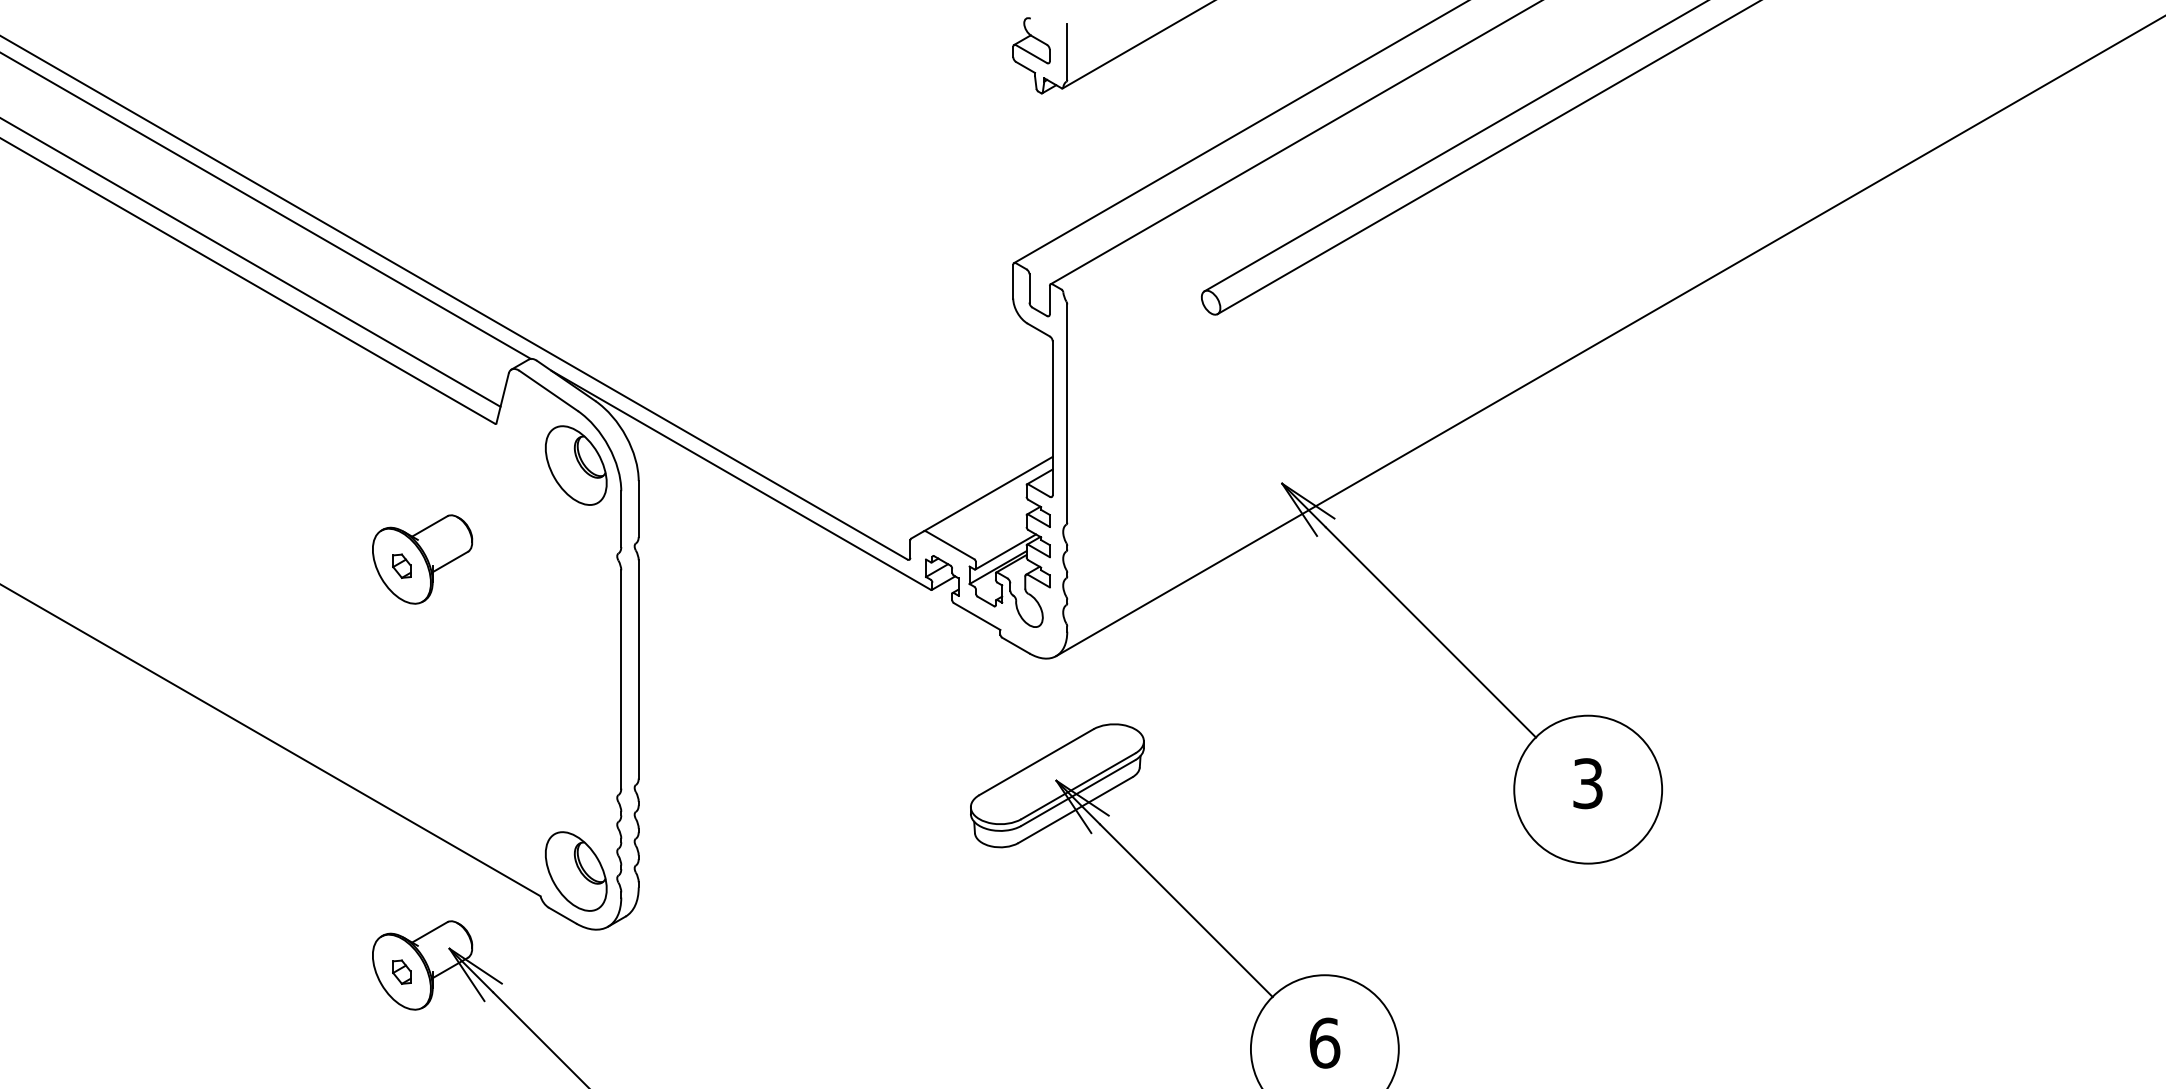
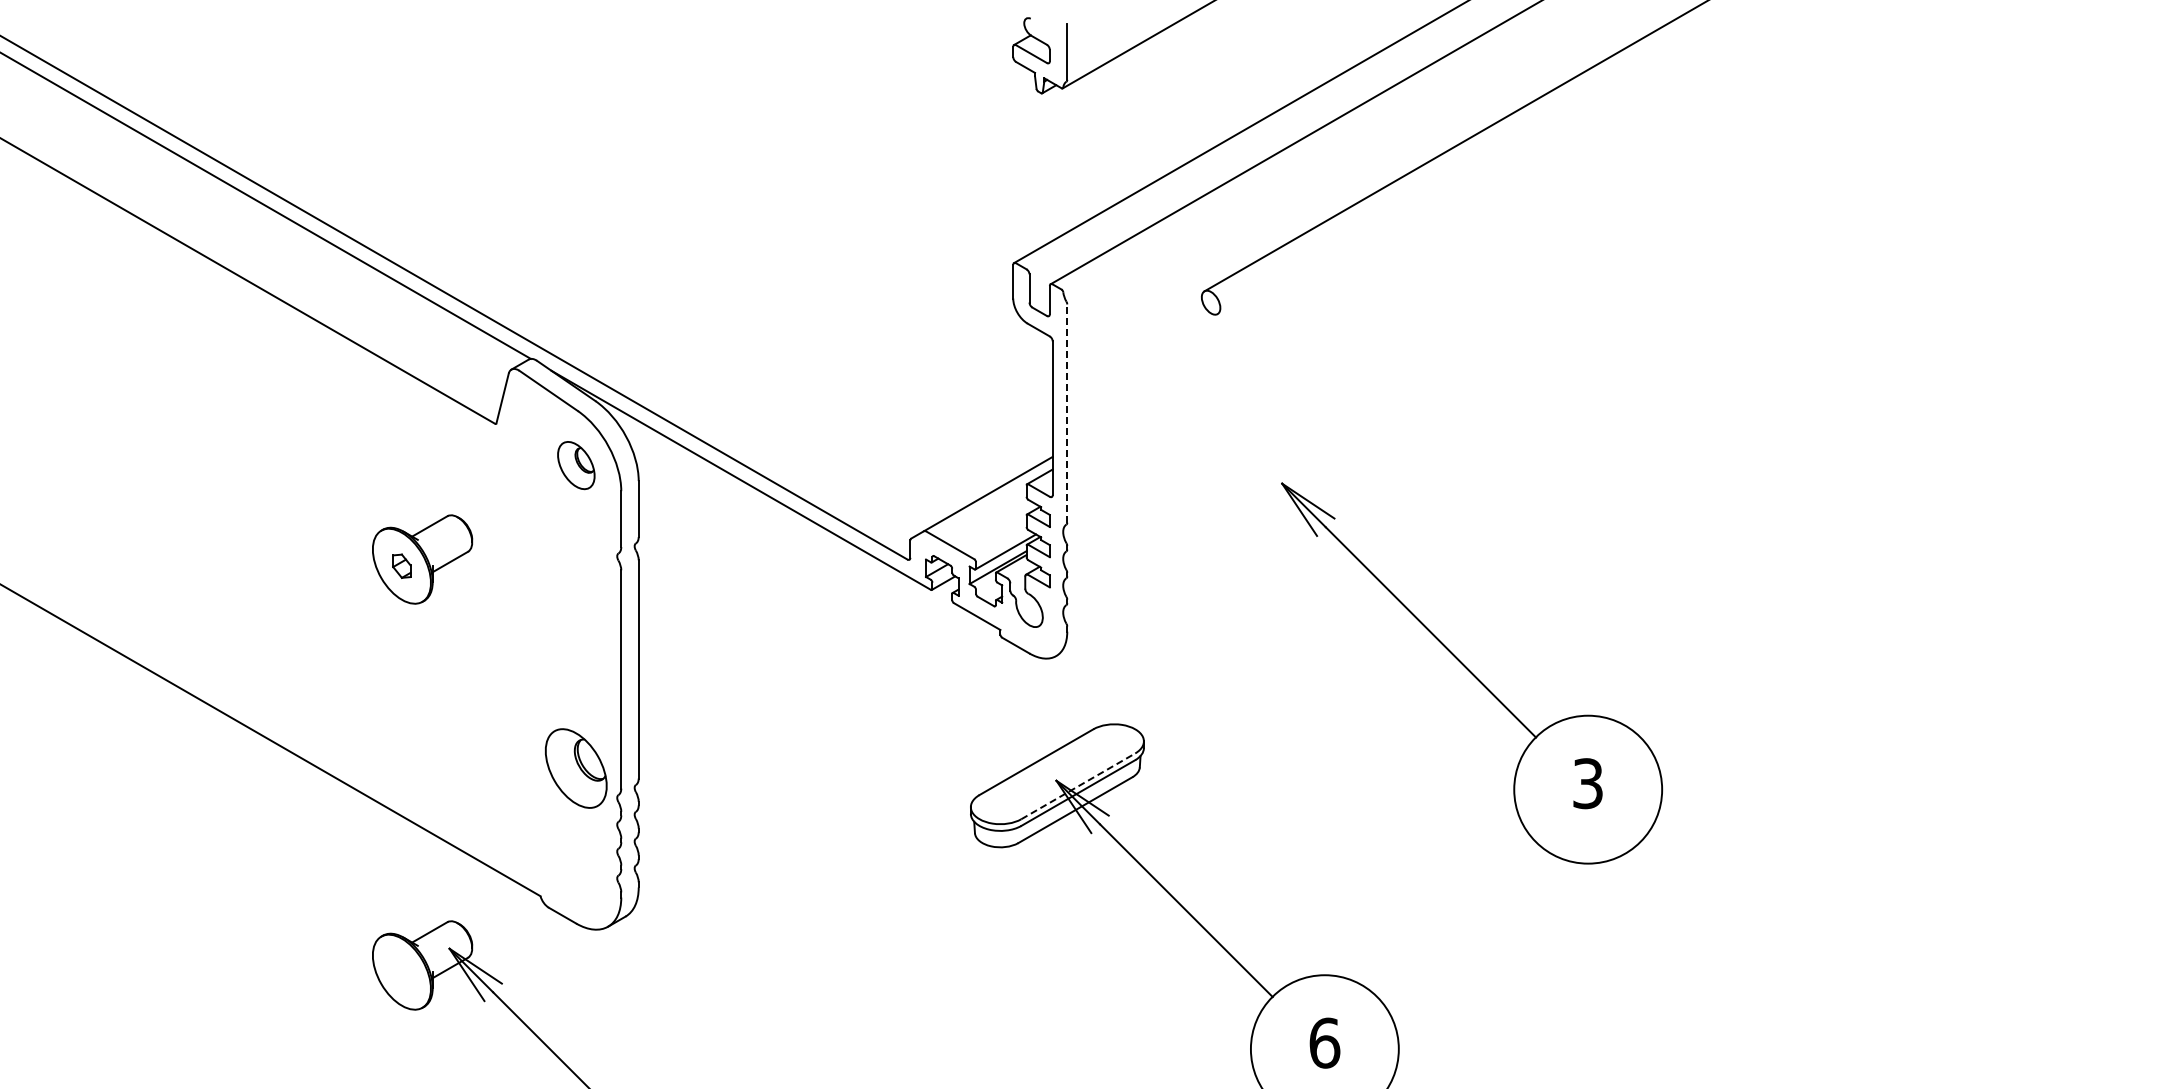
line at (1487, 158): present -> none
line at (251, 262): present -> none
line at (1609, 336): present -> none
line at (1067, 413): solid -> dashed
part at (576, 465) size: 63x81 px -> 39x50 px
line at (1078, 786): solid -> dashed
part at (576, 871) position: (576, 871) -> (576, 768)
part at (401, 971): present -> none
